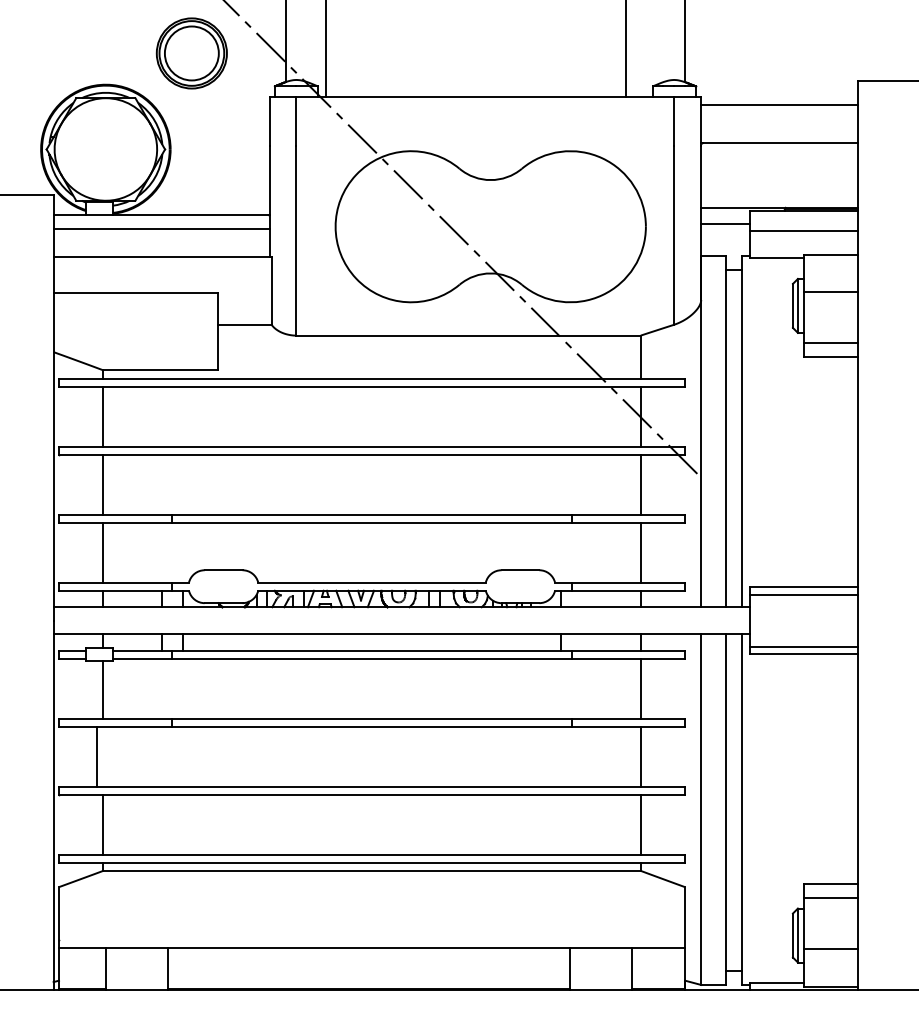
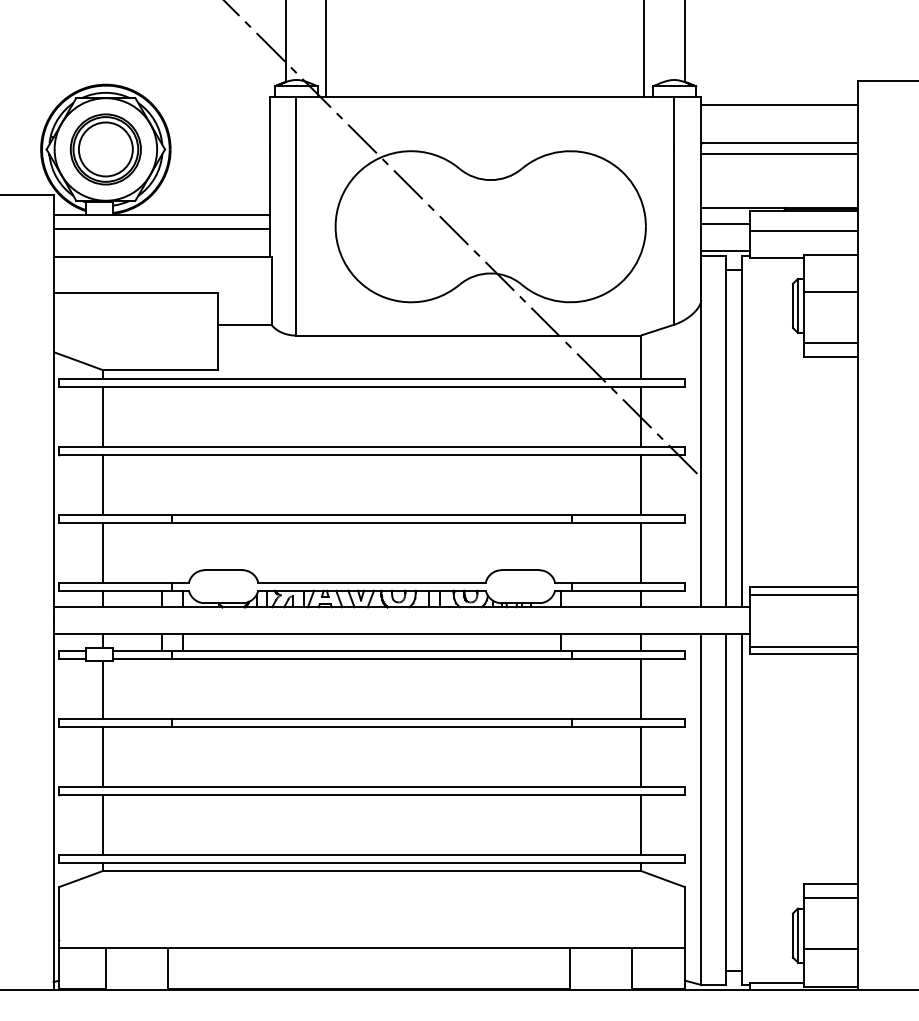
line at (626, 49) position: (626, 49) -> (644, 49)
part at (191, 53) position: (191, 53) -> (105, 149)
line at (779, 153): none -> present
line at (725, 251): none -> present
line at (97, 756) position: (97, 756) -> (103, 756)
